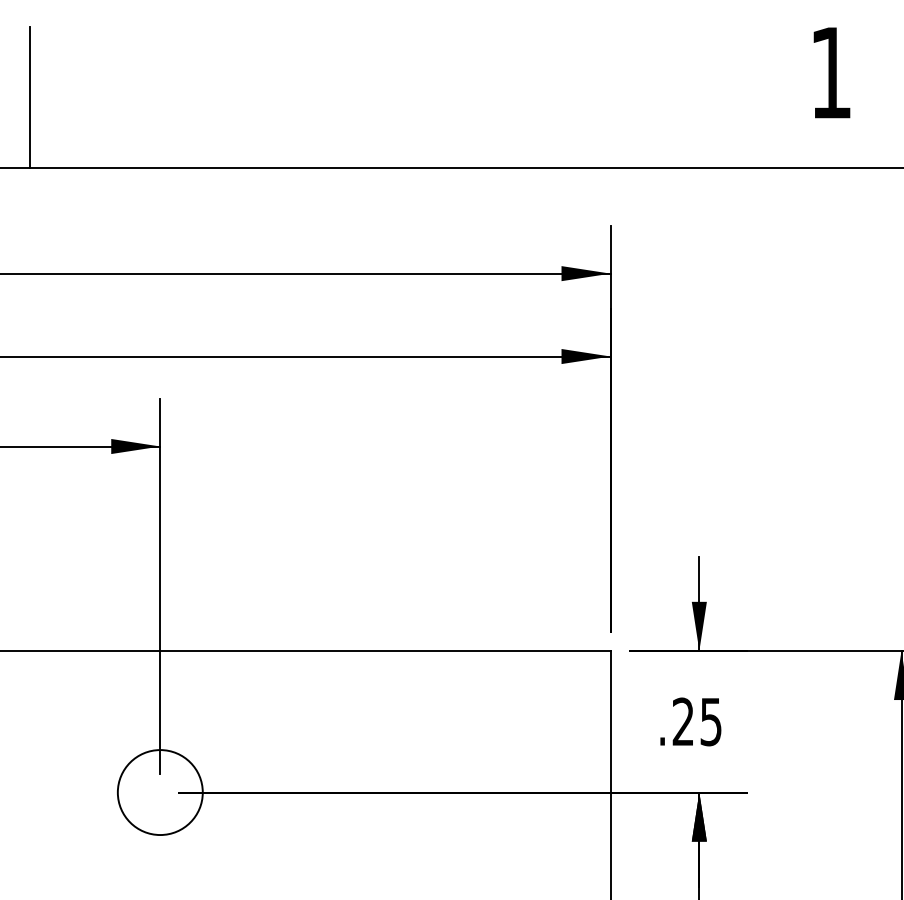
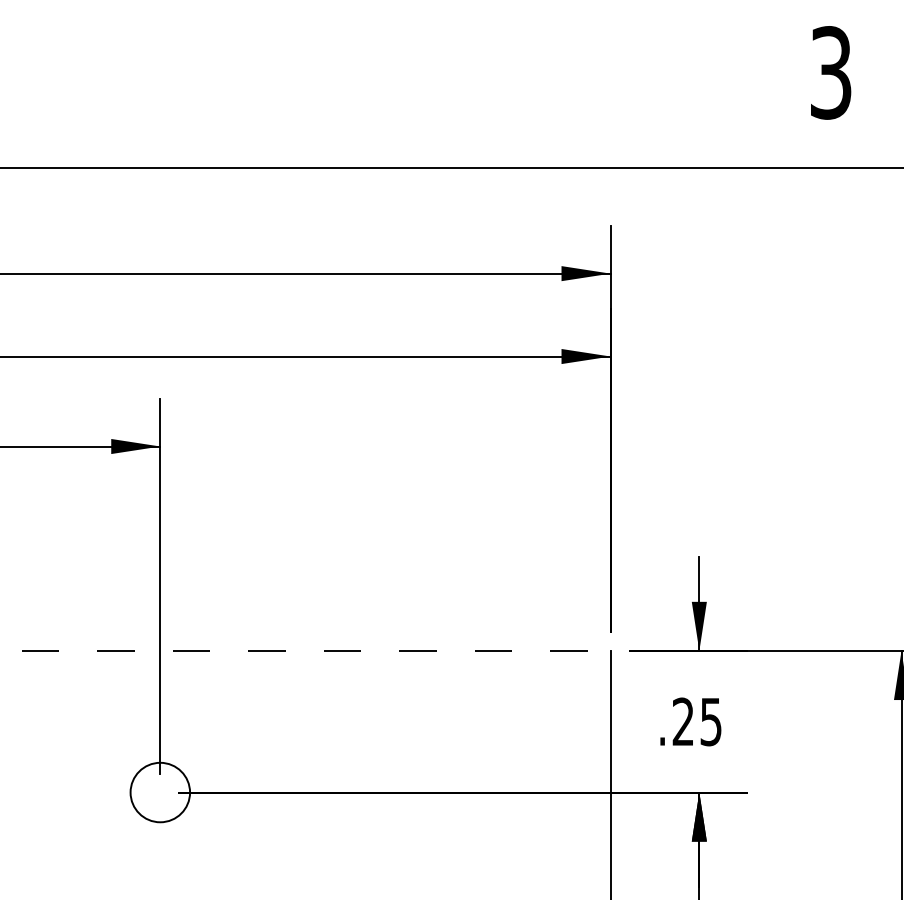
text at (831, 72): 1 -> 3
line at (29, 97): present -> none
line at (305, 650): solid -> dashed
circle at (159, 792) diameter: 85 px -> 59 px
